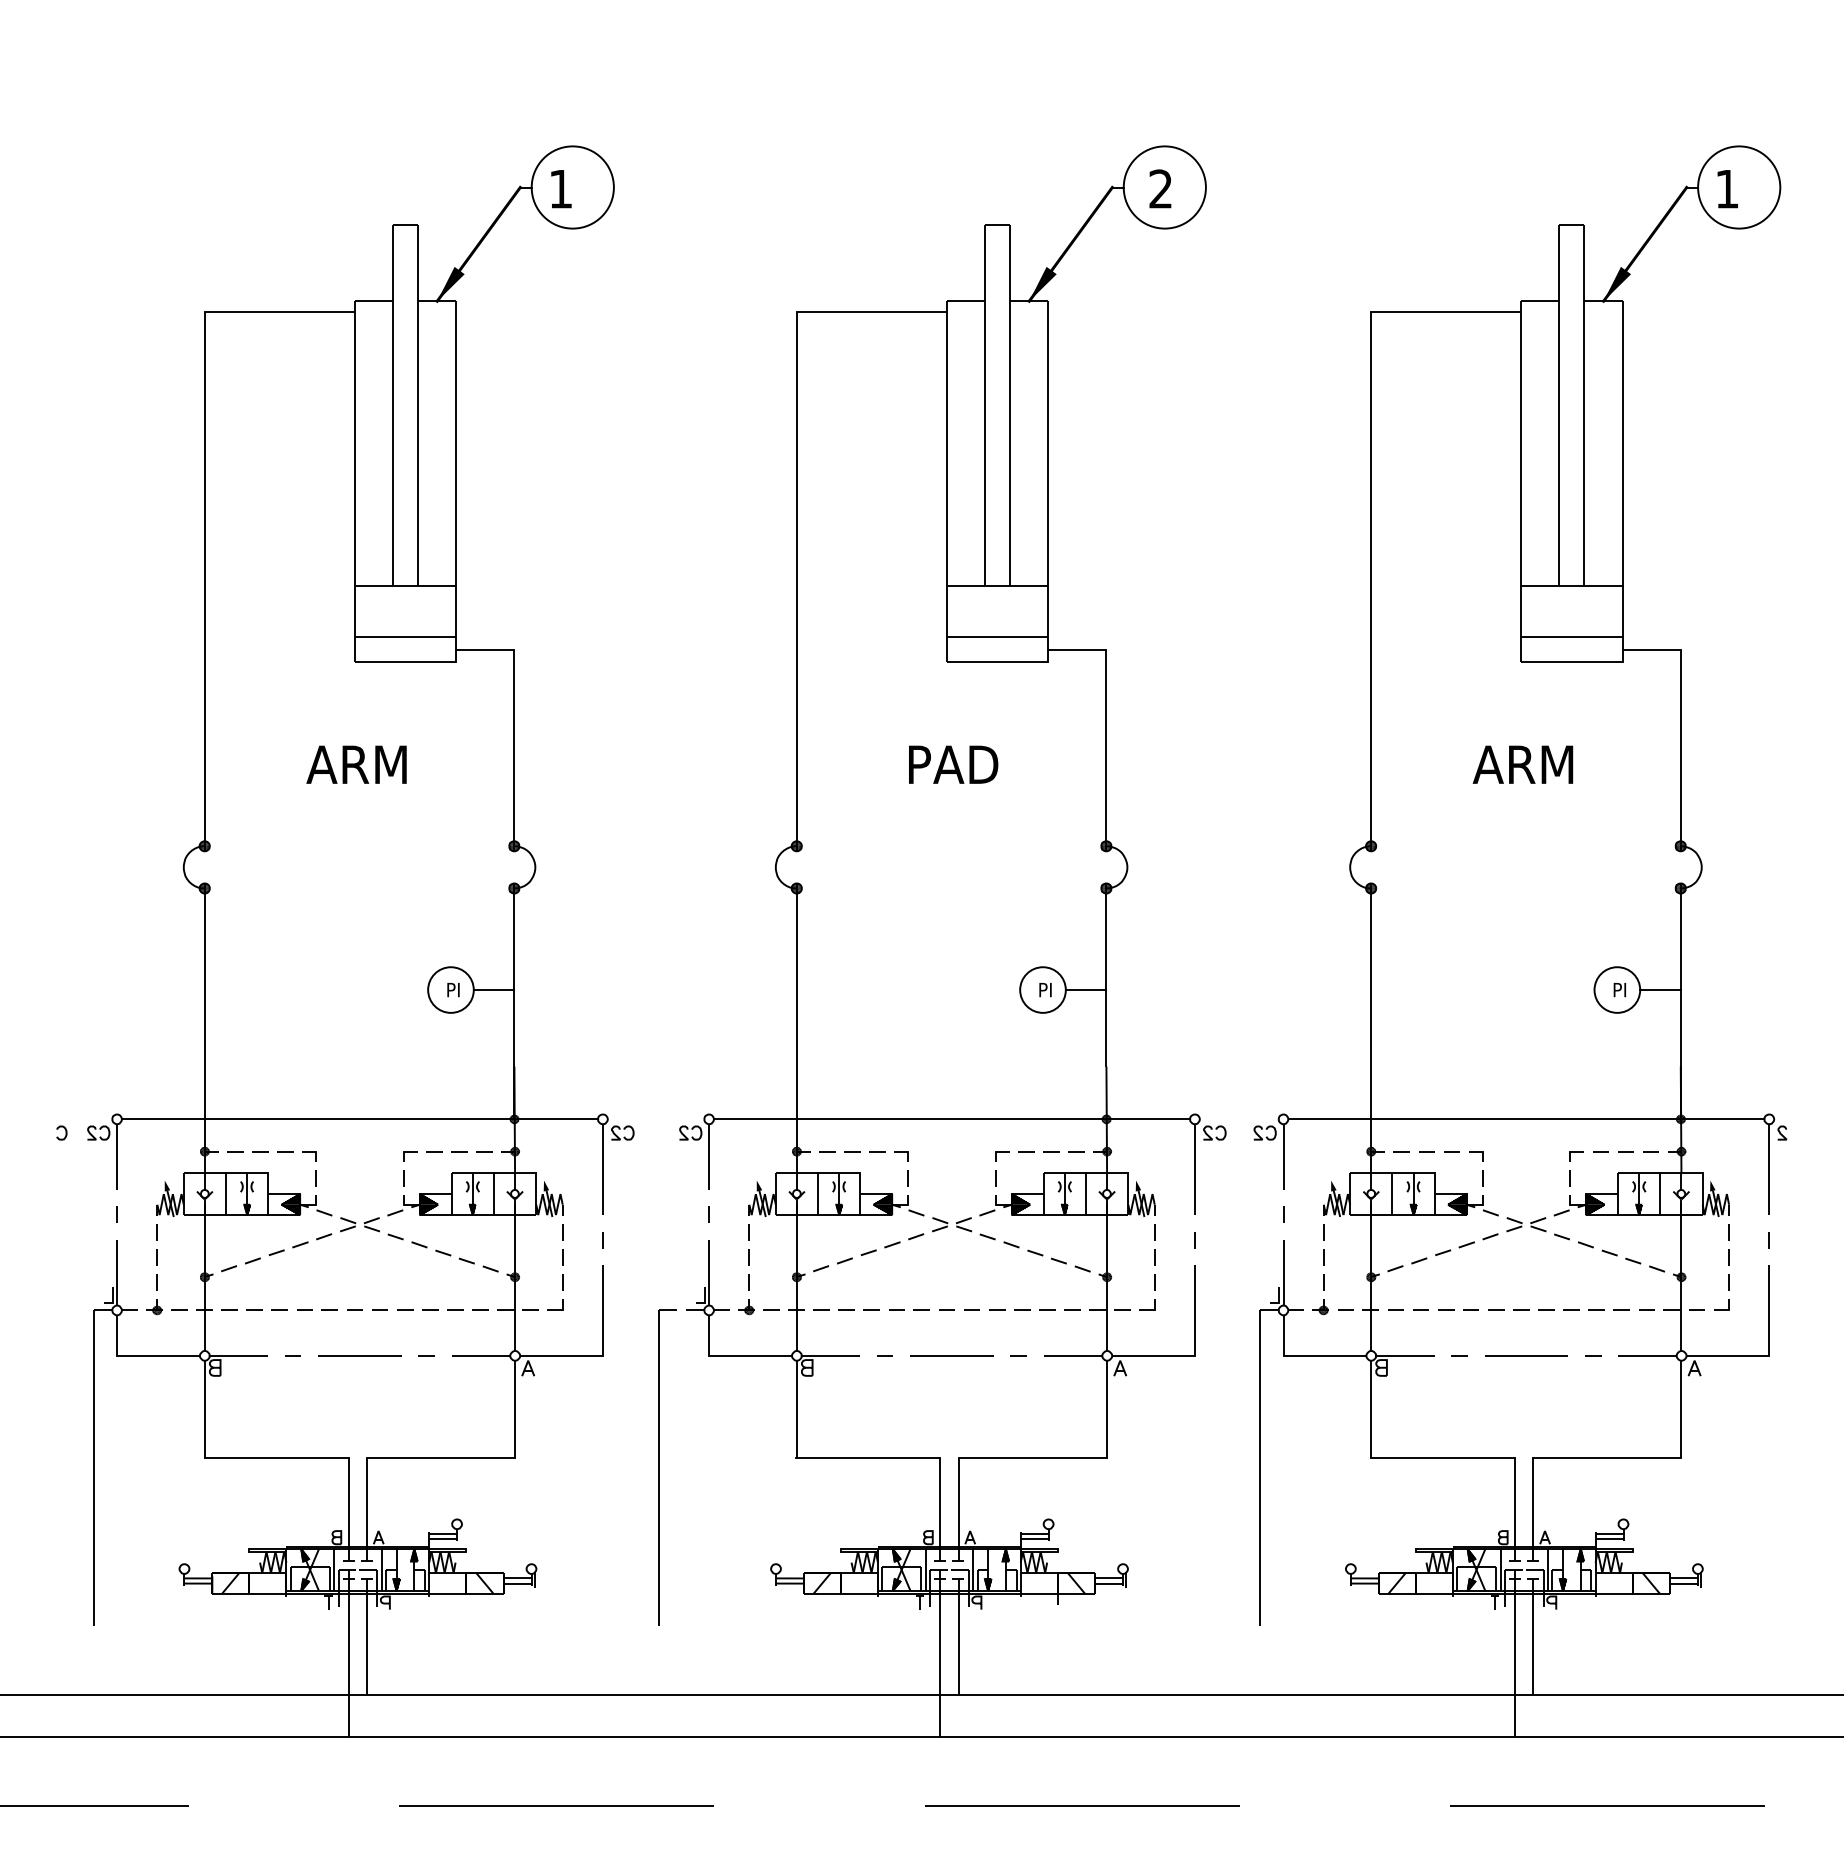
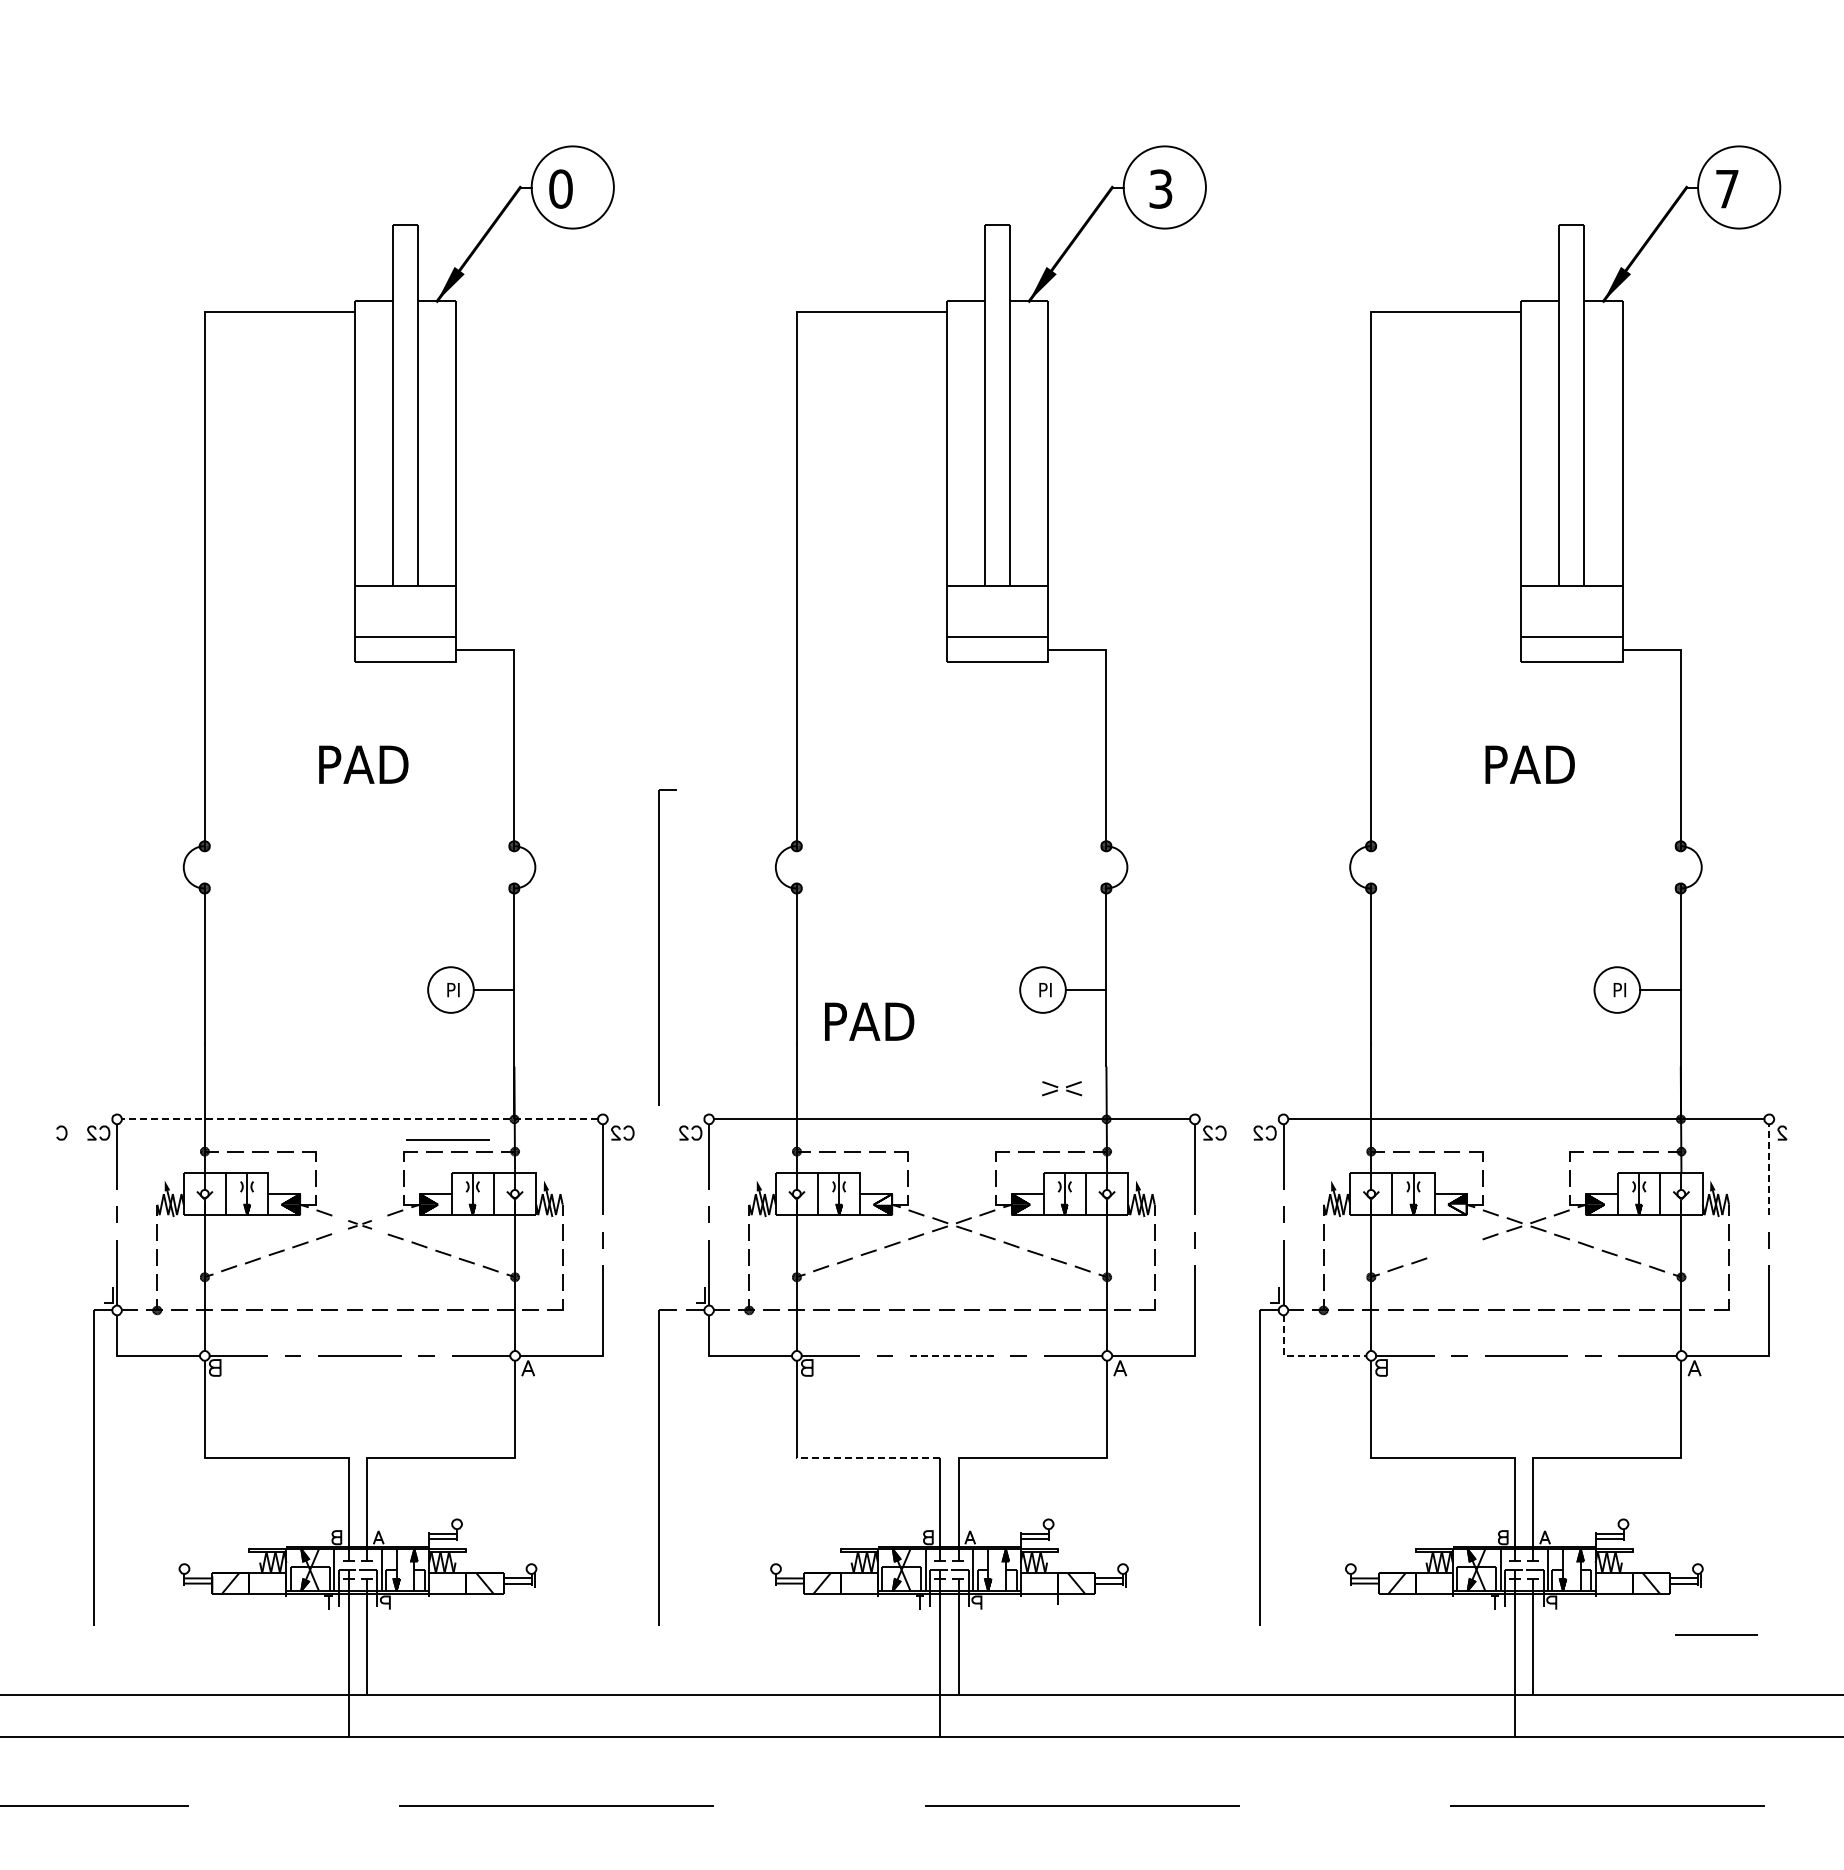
text at (560, 188): 1 -> 0
text at (1160, 188): 2 -> 3
text at (1727, 189): 1 -> 7
text at (357, 764): ARM -> PAD
text at (953, 764) position: (953, 764) -> (869, 1021)
text at (1523, 764): ARM -> PAD
part at (659, 947): none -> present
part at (1062, 1088): none -> present
line at (360, 1119): solid -> dashed
line at (447, 1139): none -> present
line at (1769, 1169): solid -> dashed
fill at (882, 1199): present -> none
fill at (1457, 1209): present -> none
part at (359, 1224) size: 40x16 px -> 25x10 px
line at (1451, 1250): present -> none
line at (951, 1355): solid -> dashed
line at (1304, 1355): solid -> dashed
line at (867, 1458): solid -> dashed
line at (1716, 1634): none -> present
